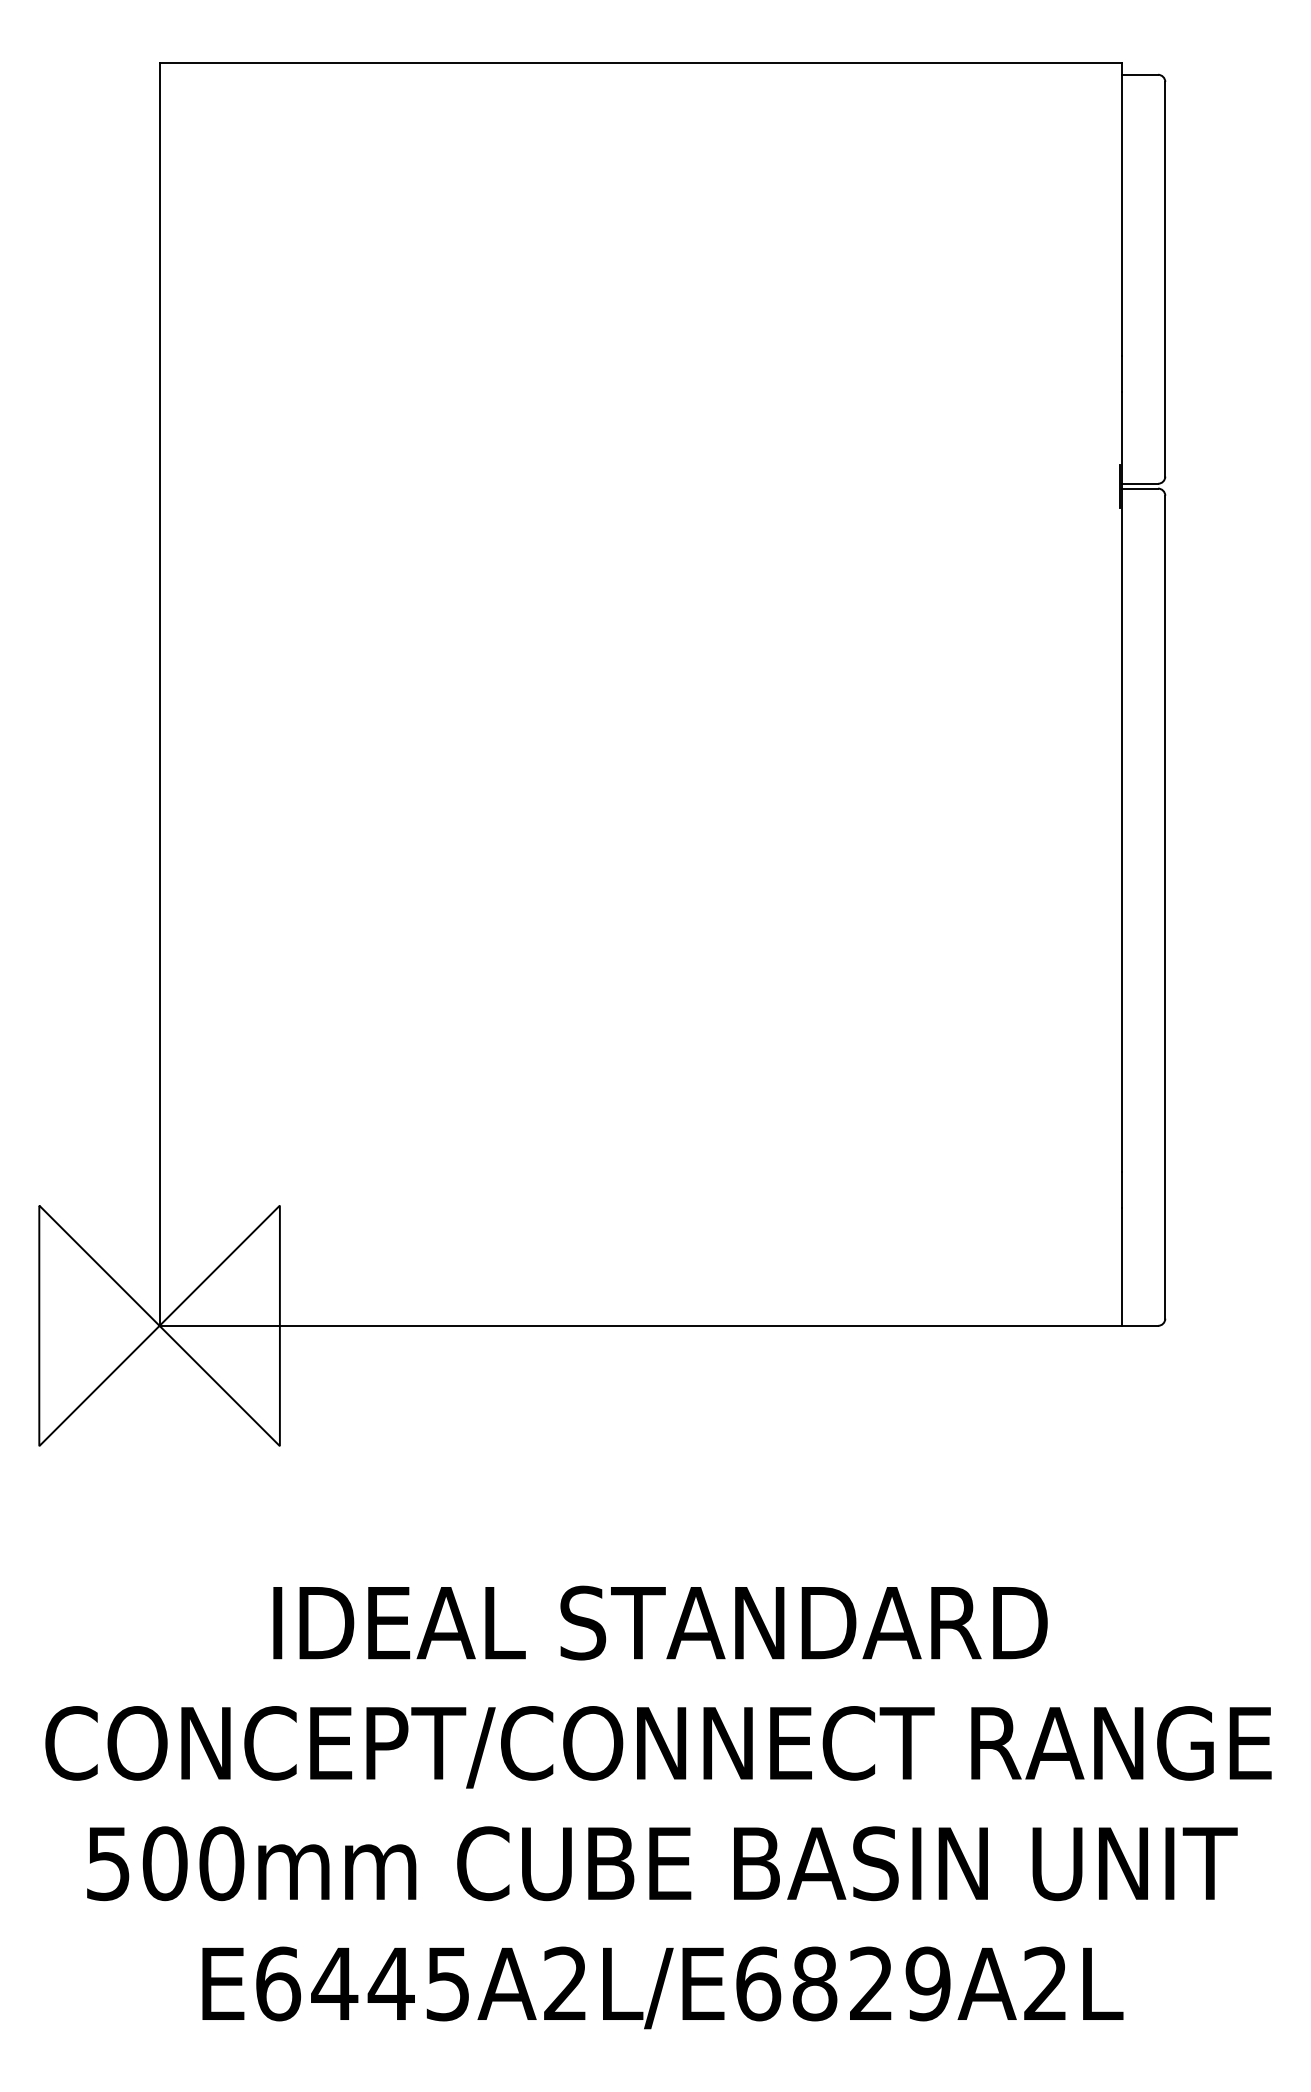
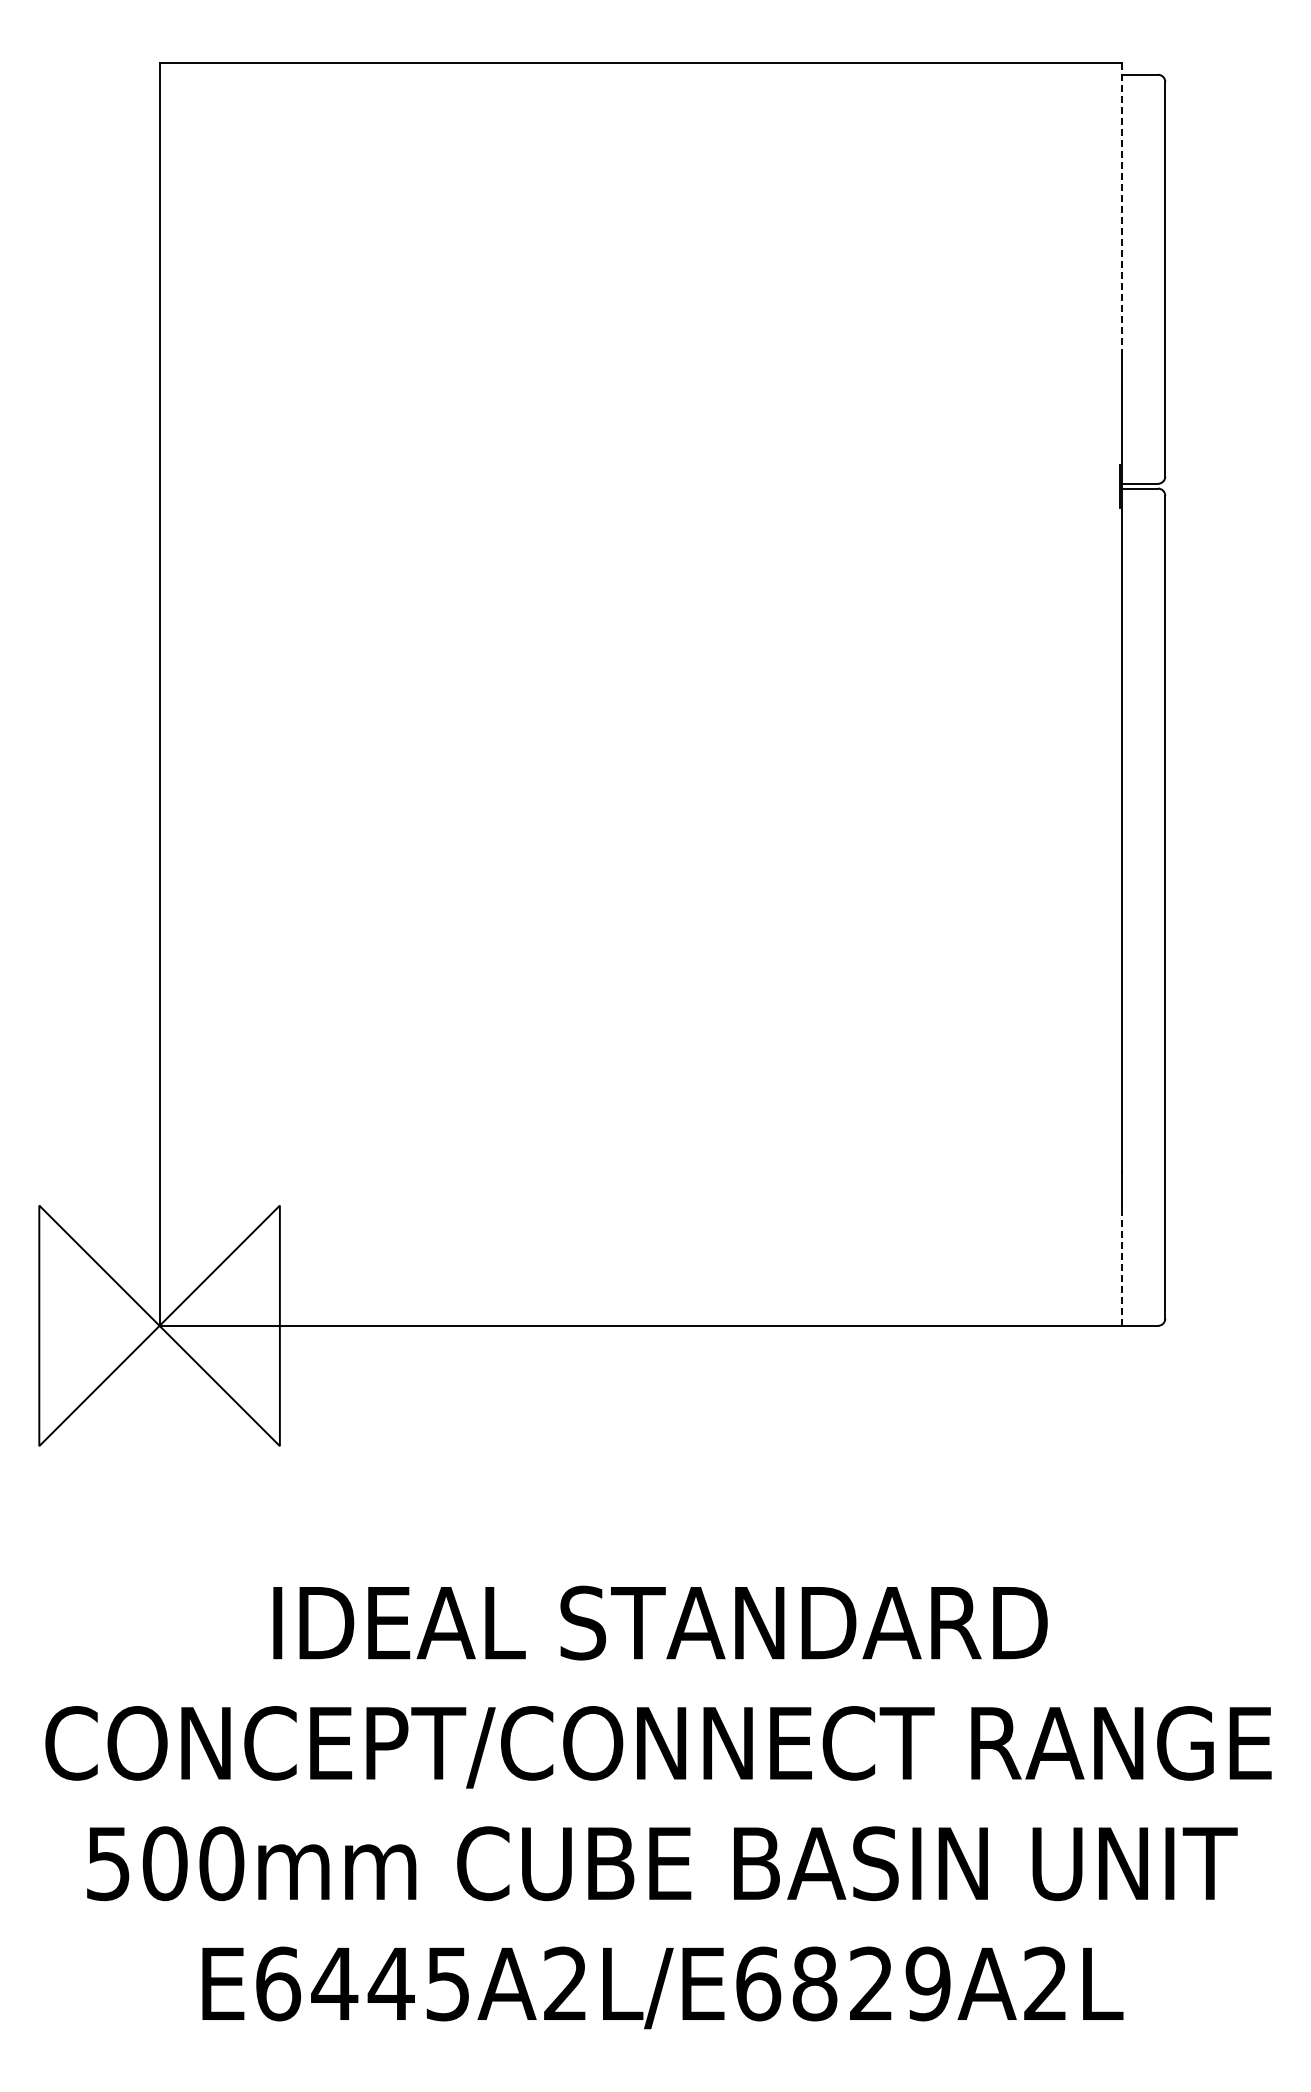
line at (1121, 209): solid -> dashed
line at (1121, 1266): solid -> dashed
